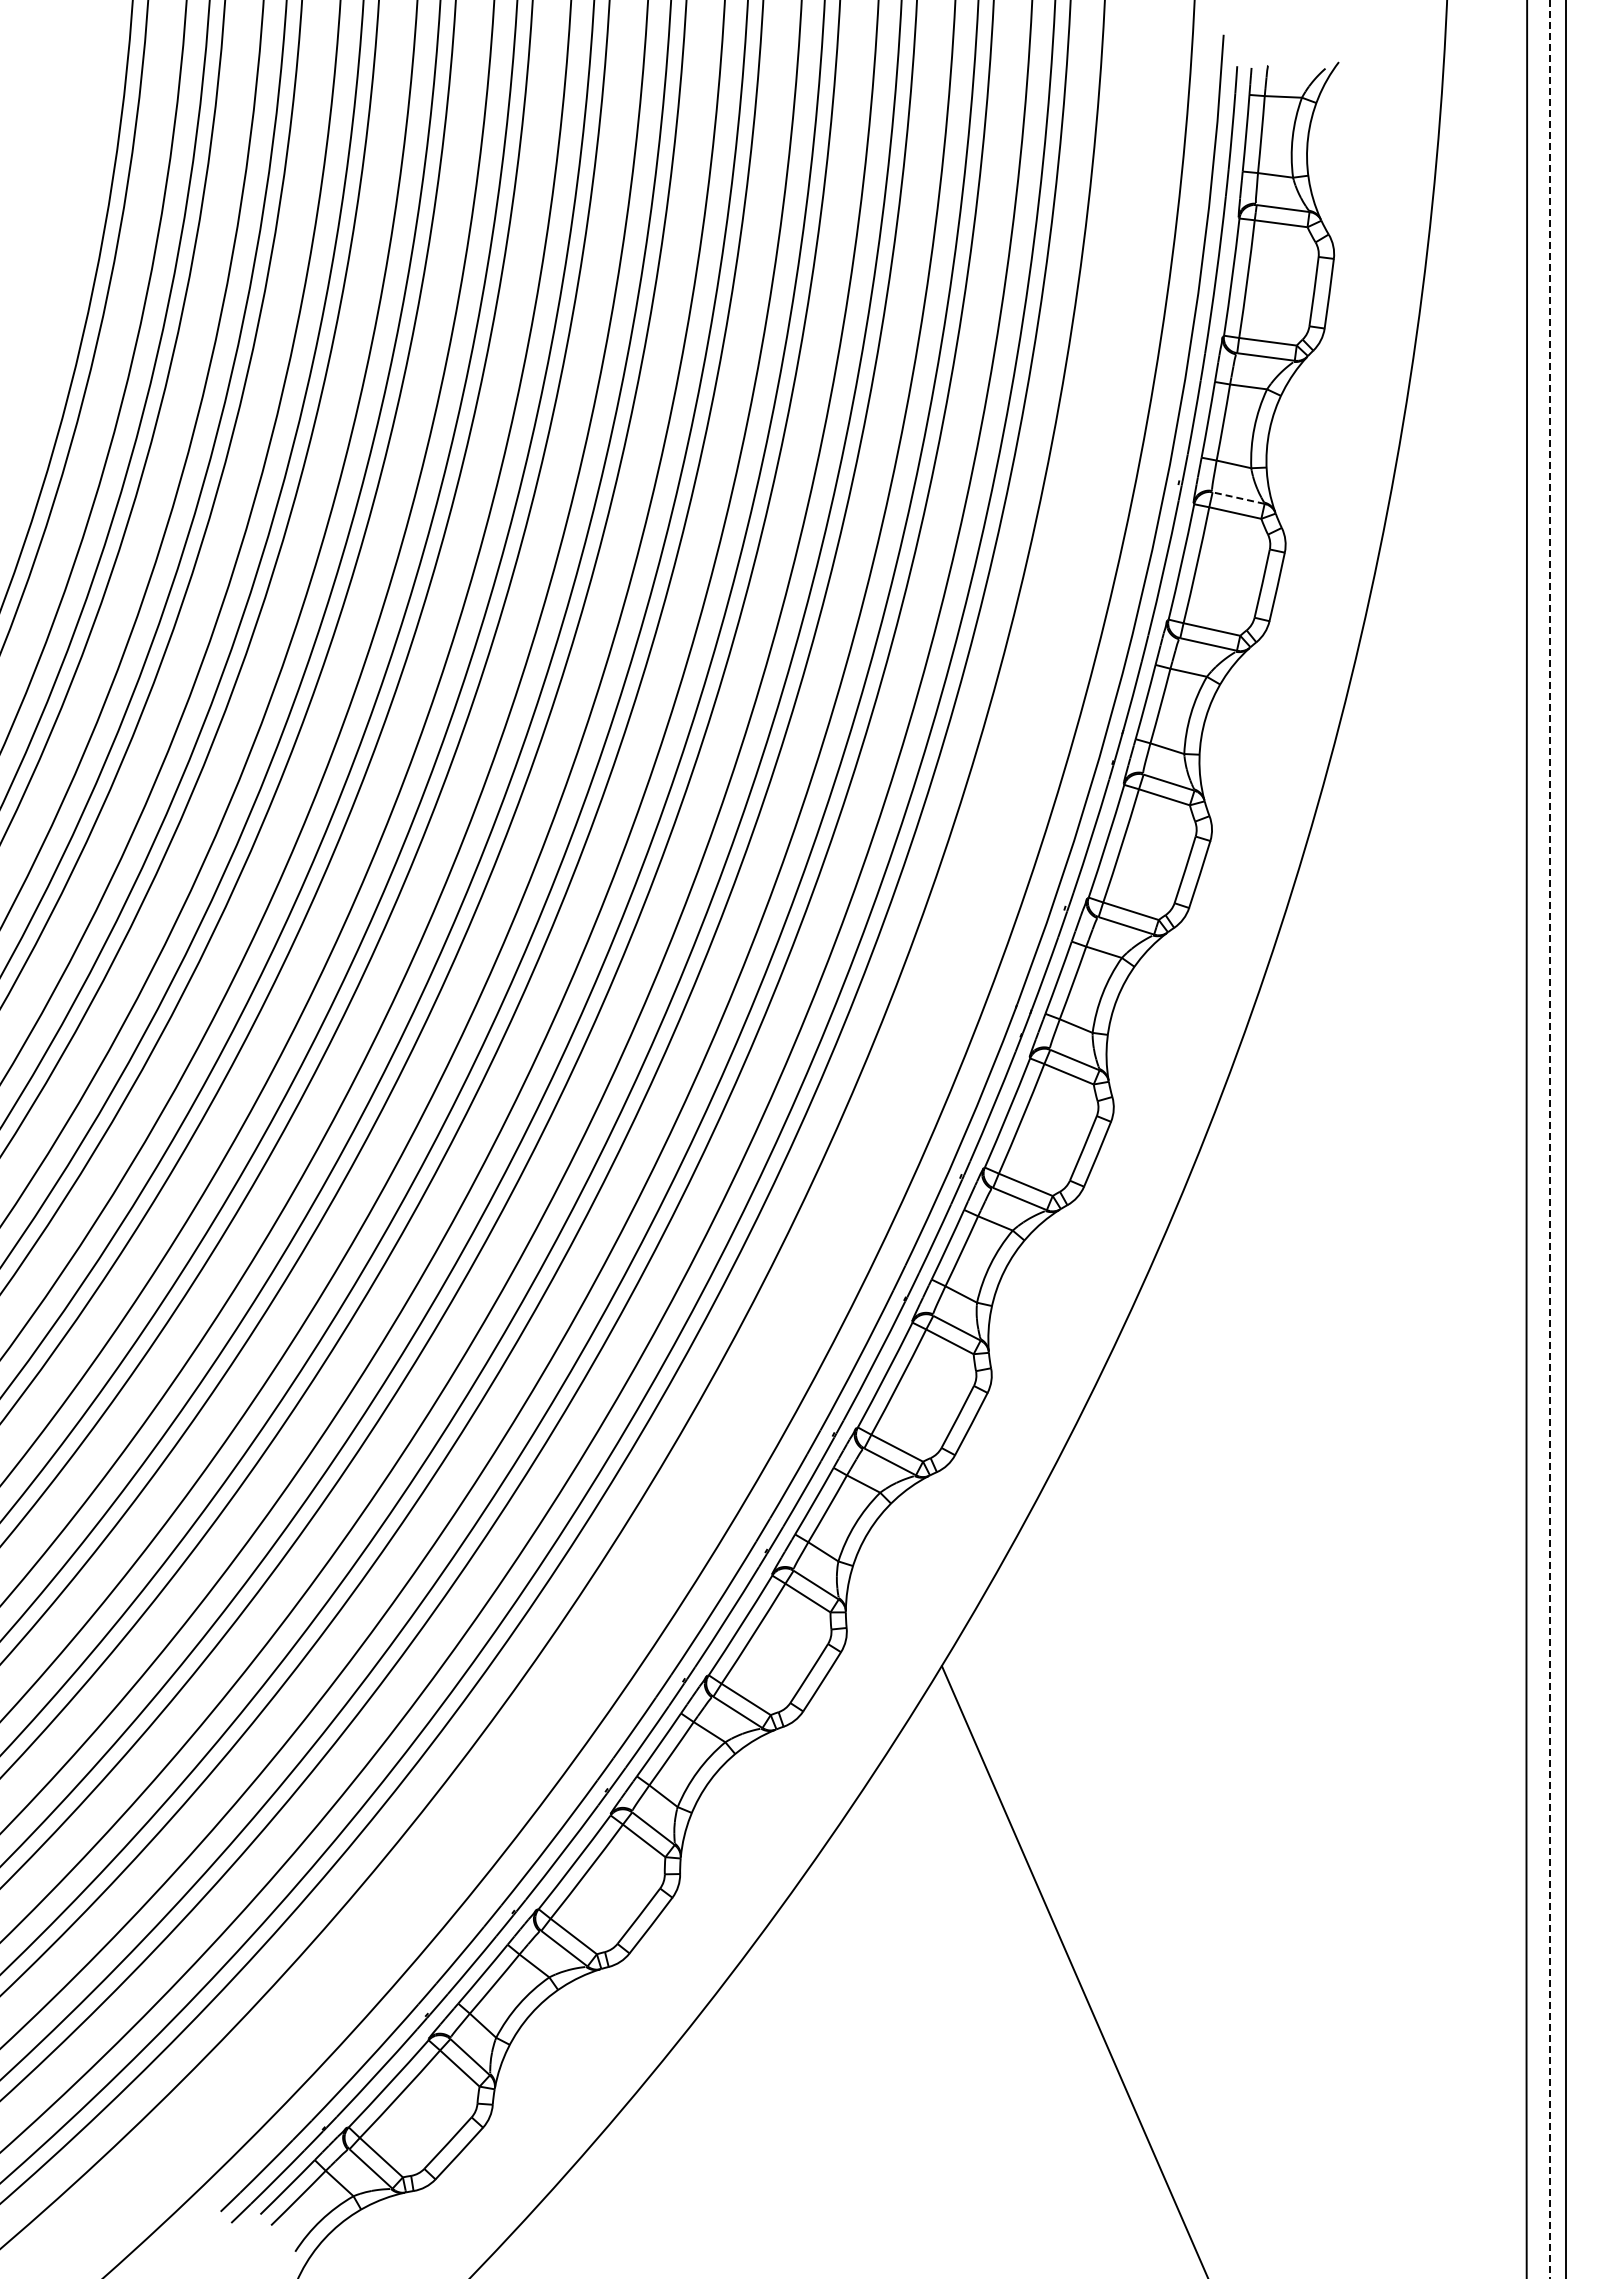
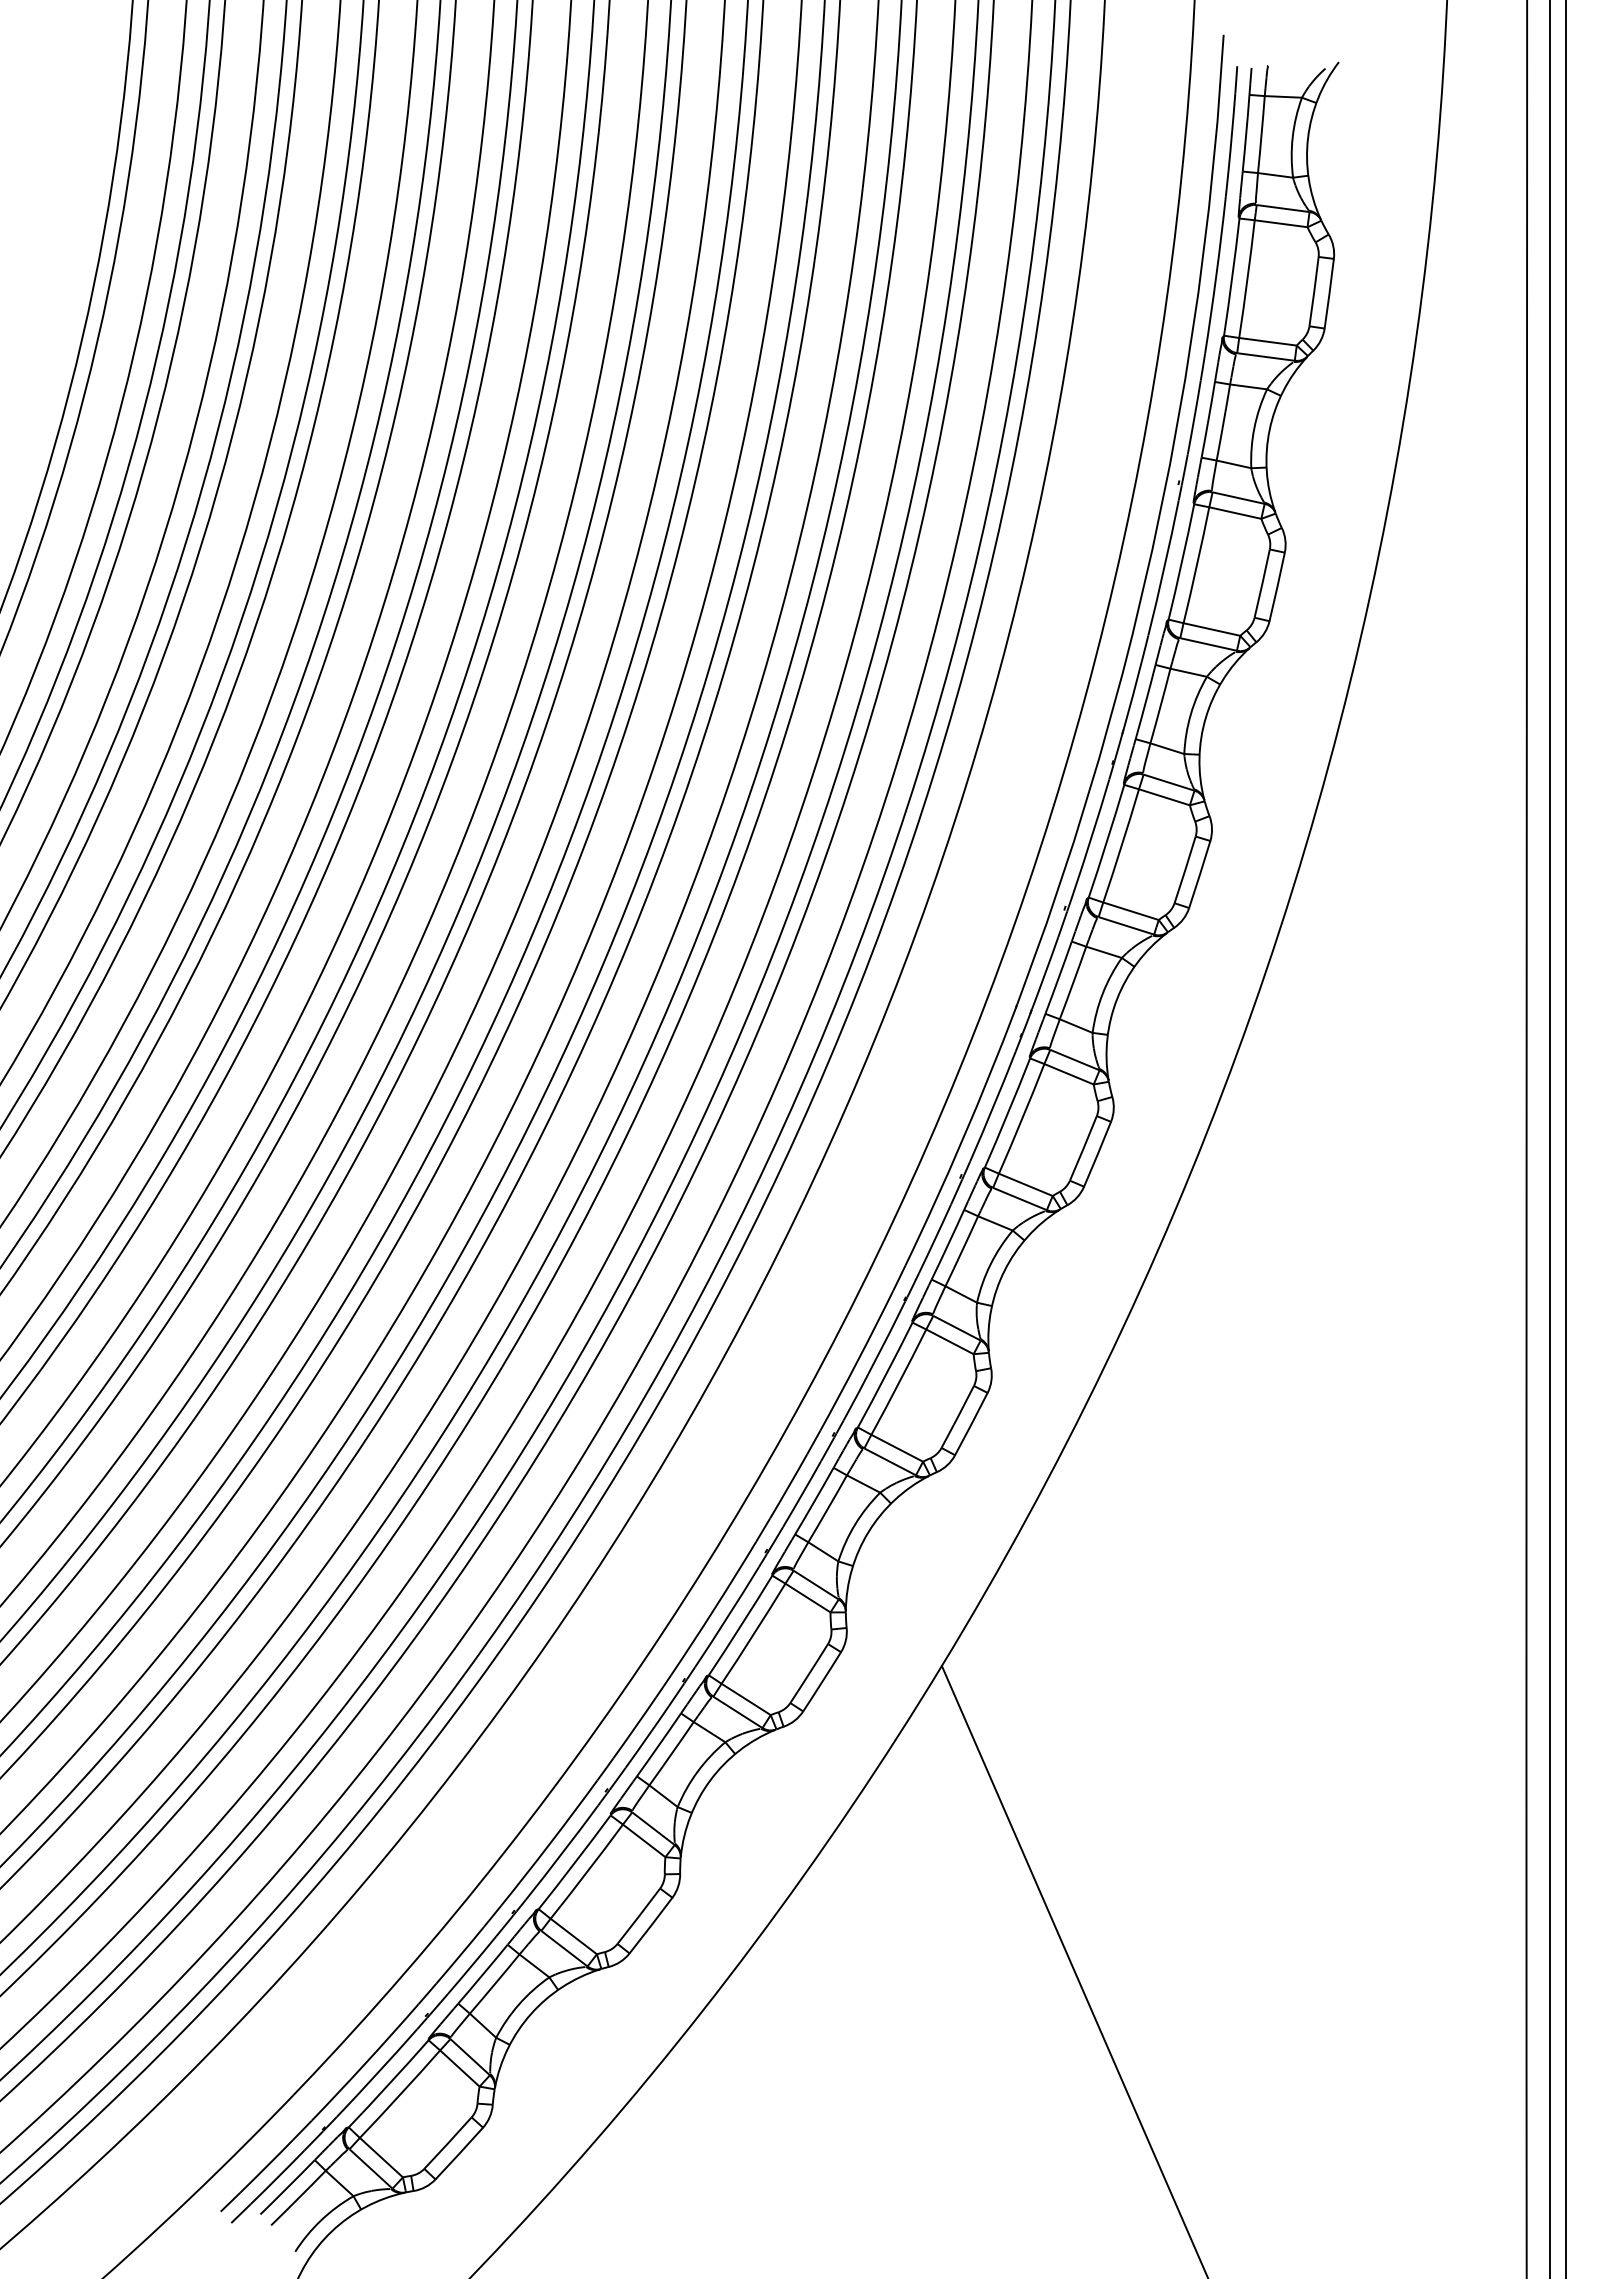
line at (1238, 498): dashed -> solid
line at (1550, 1138): dashed -> solid
